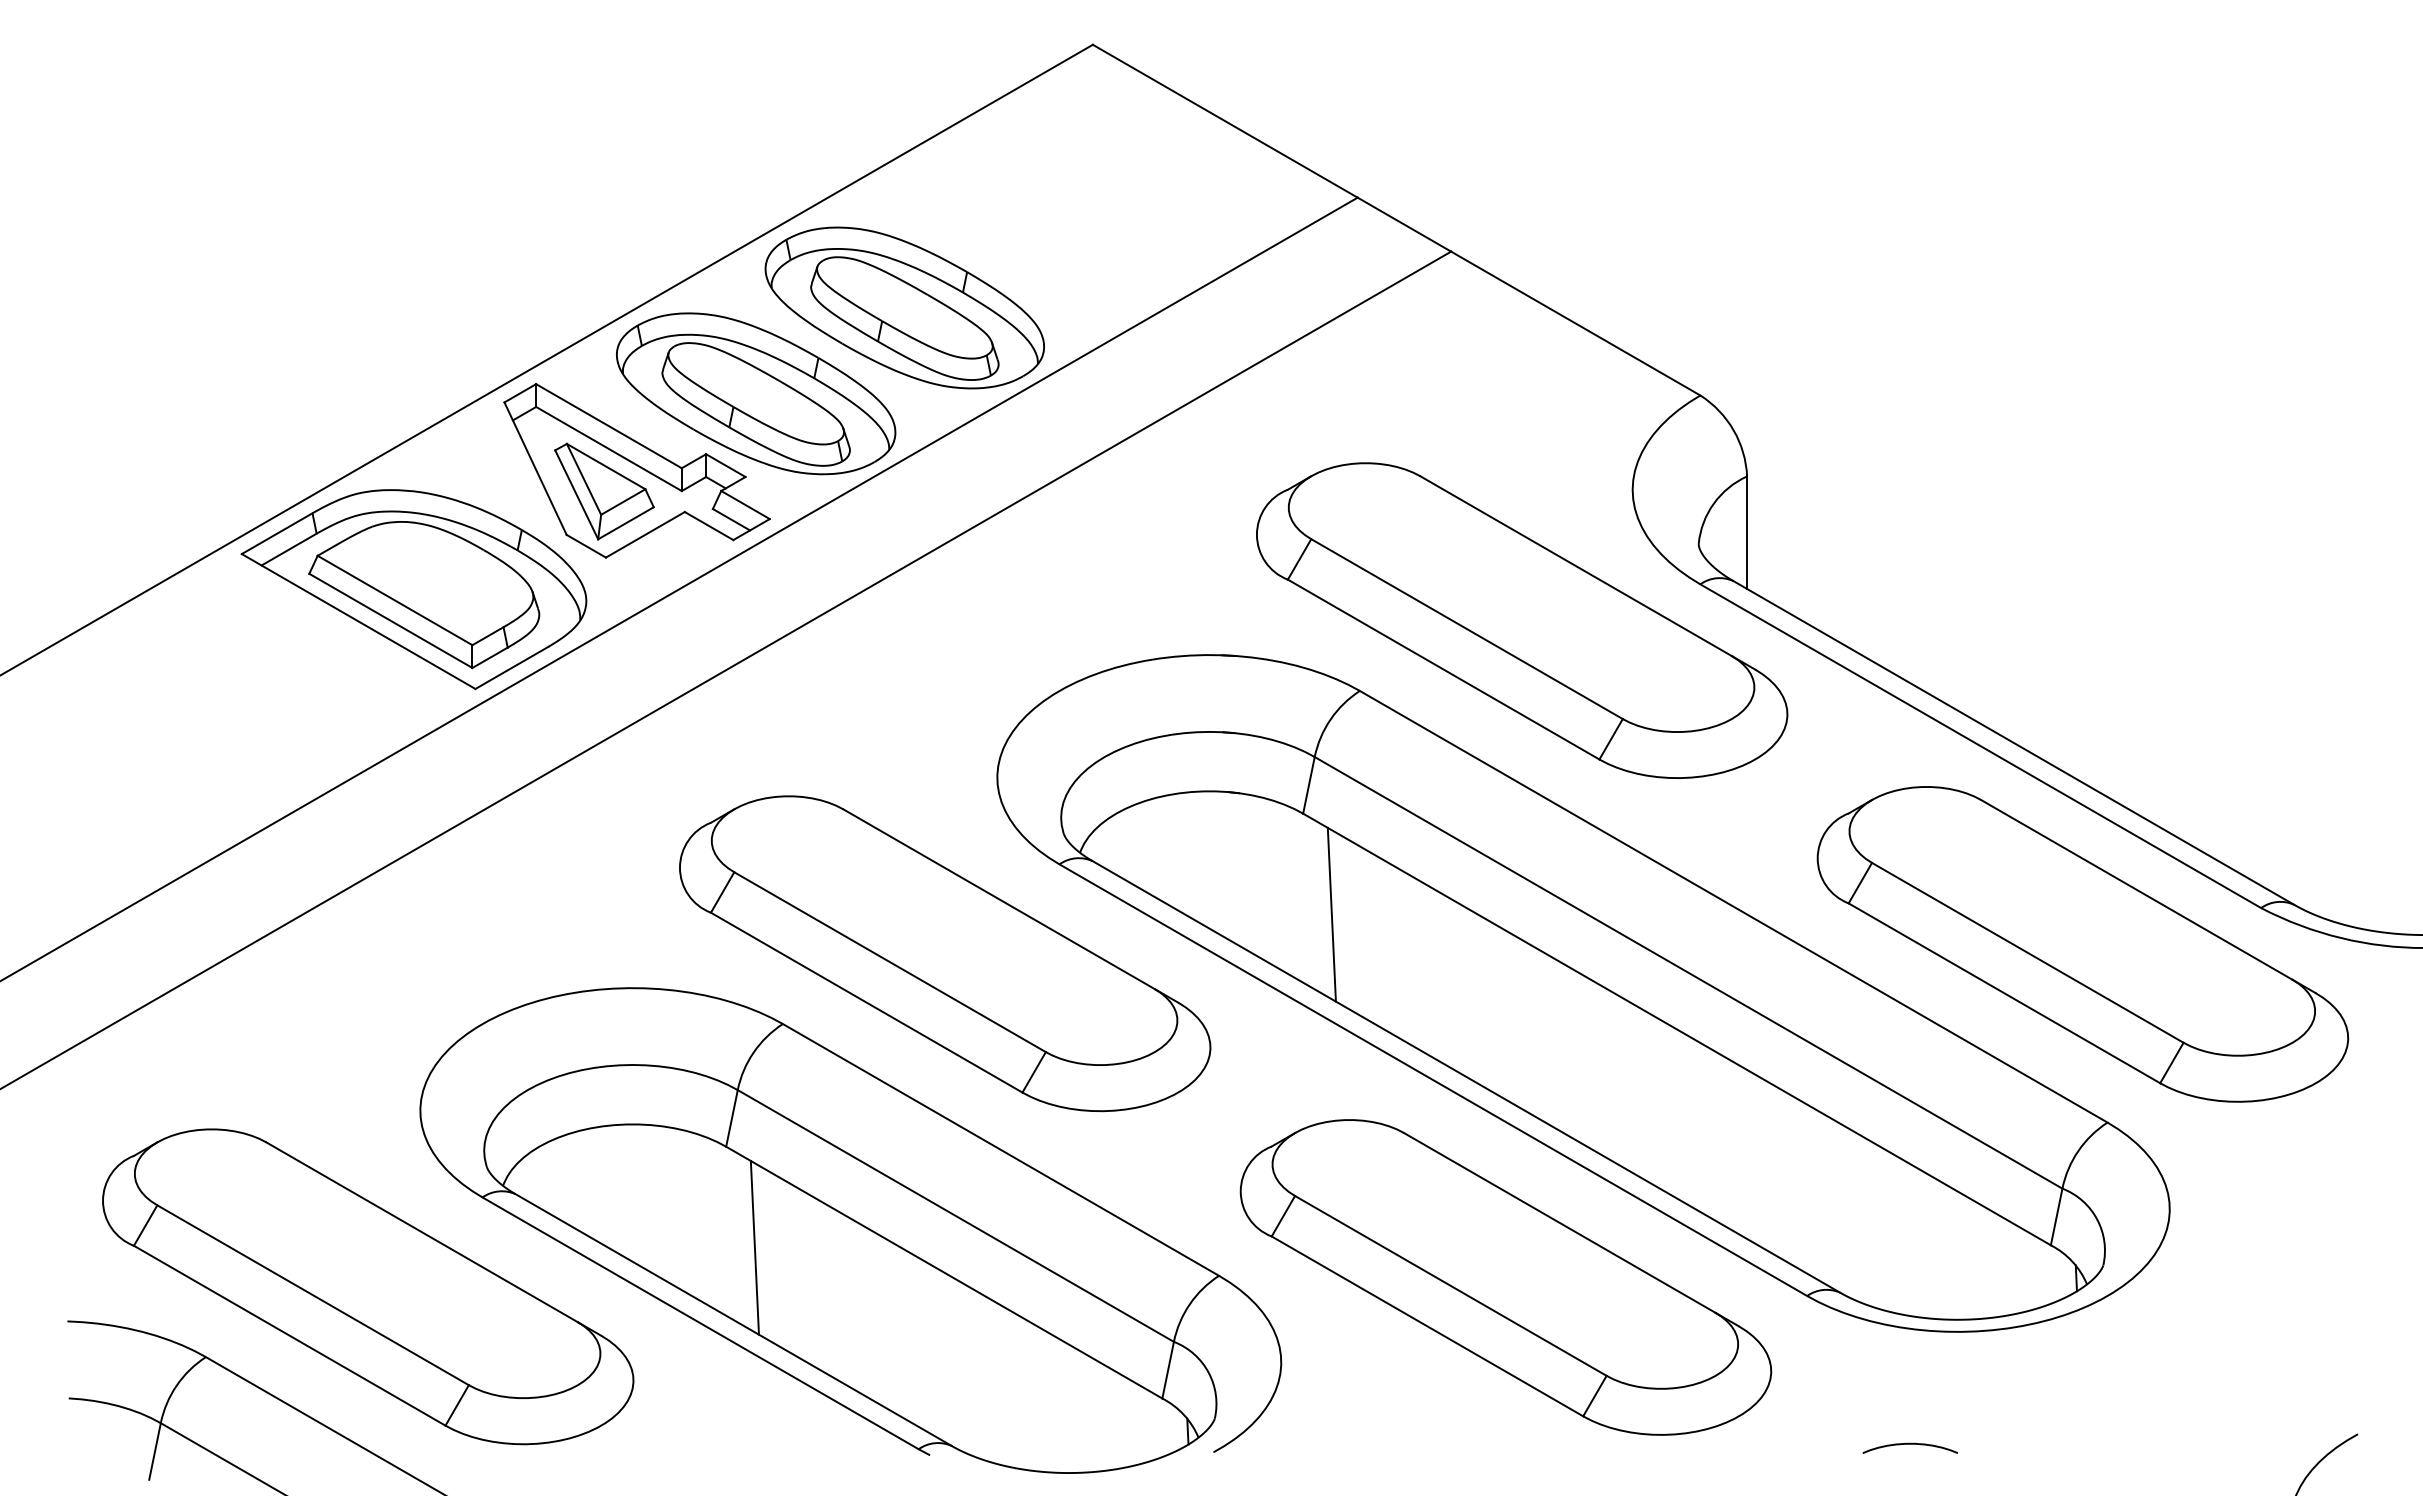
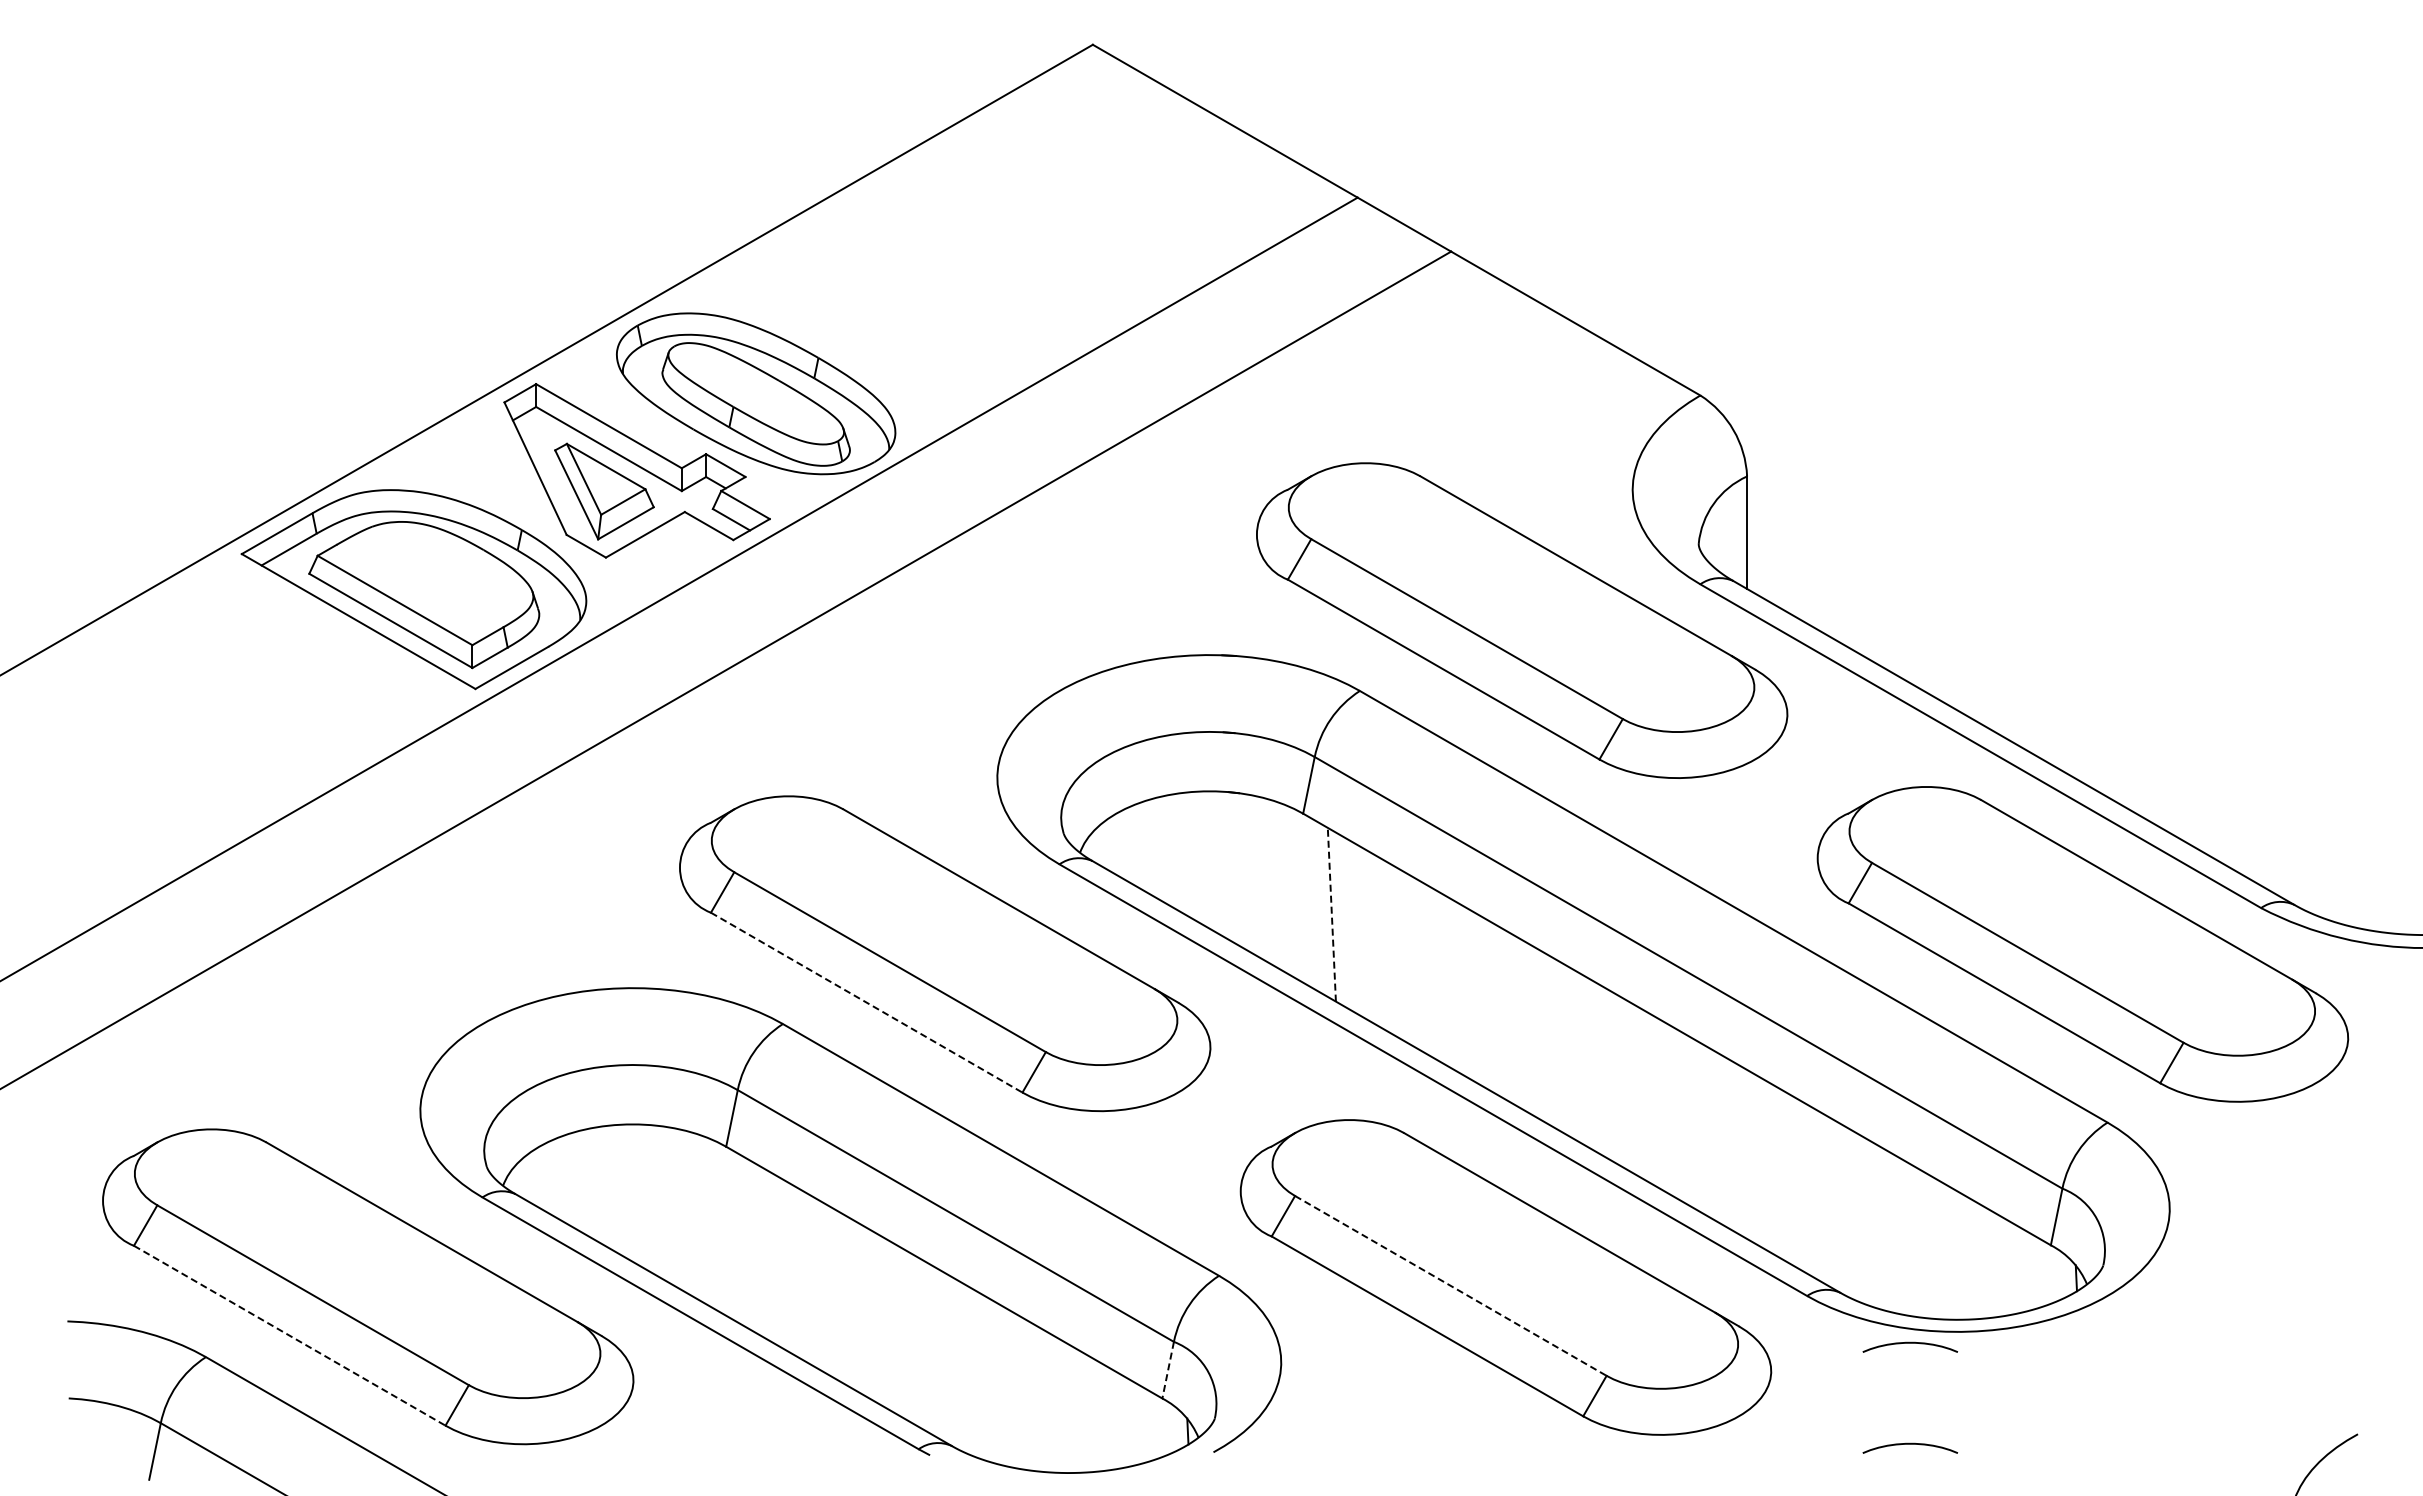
part at (904, 307): present -> none
line at (1331, 914): solid -> dashed
line at (866, 1002): solid -> dashed
line at (754, 1247): present -> none
line at (1450, 1285): solid -> dashed
line at (289, 1335): solid -> dashed
curve at (1909, 1343): none -> present
line at (1168, 1370): solid -> dashed
